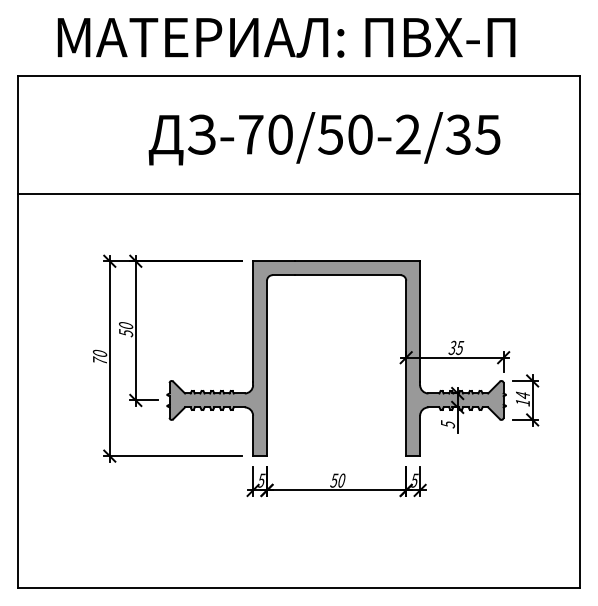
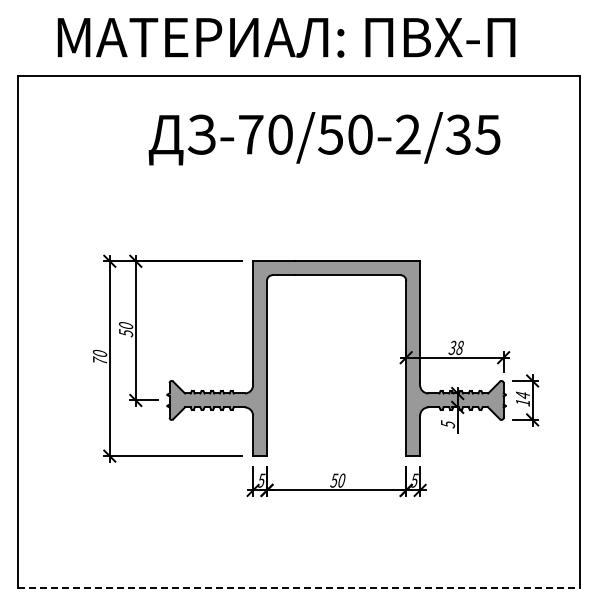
line at (298, 193): present -> none
text at (459, 347): 35 -> 38
line at (299, 587): solid -> dashed
